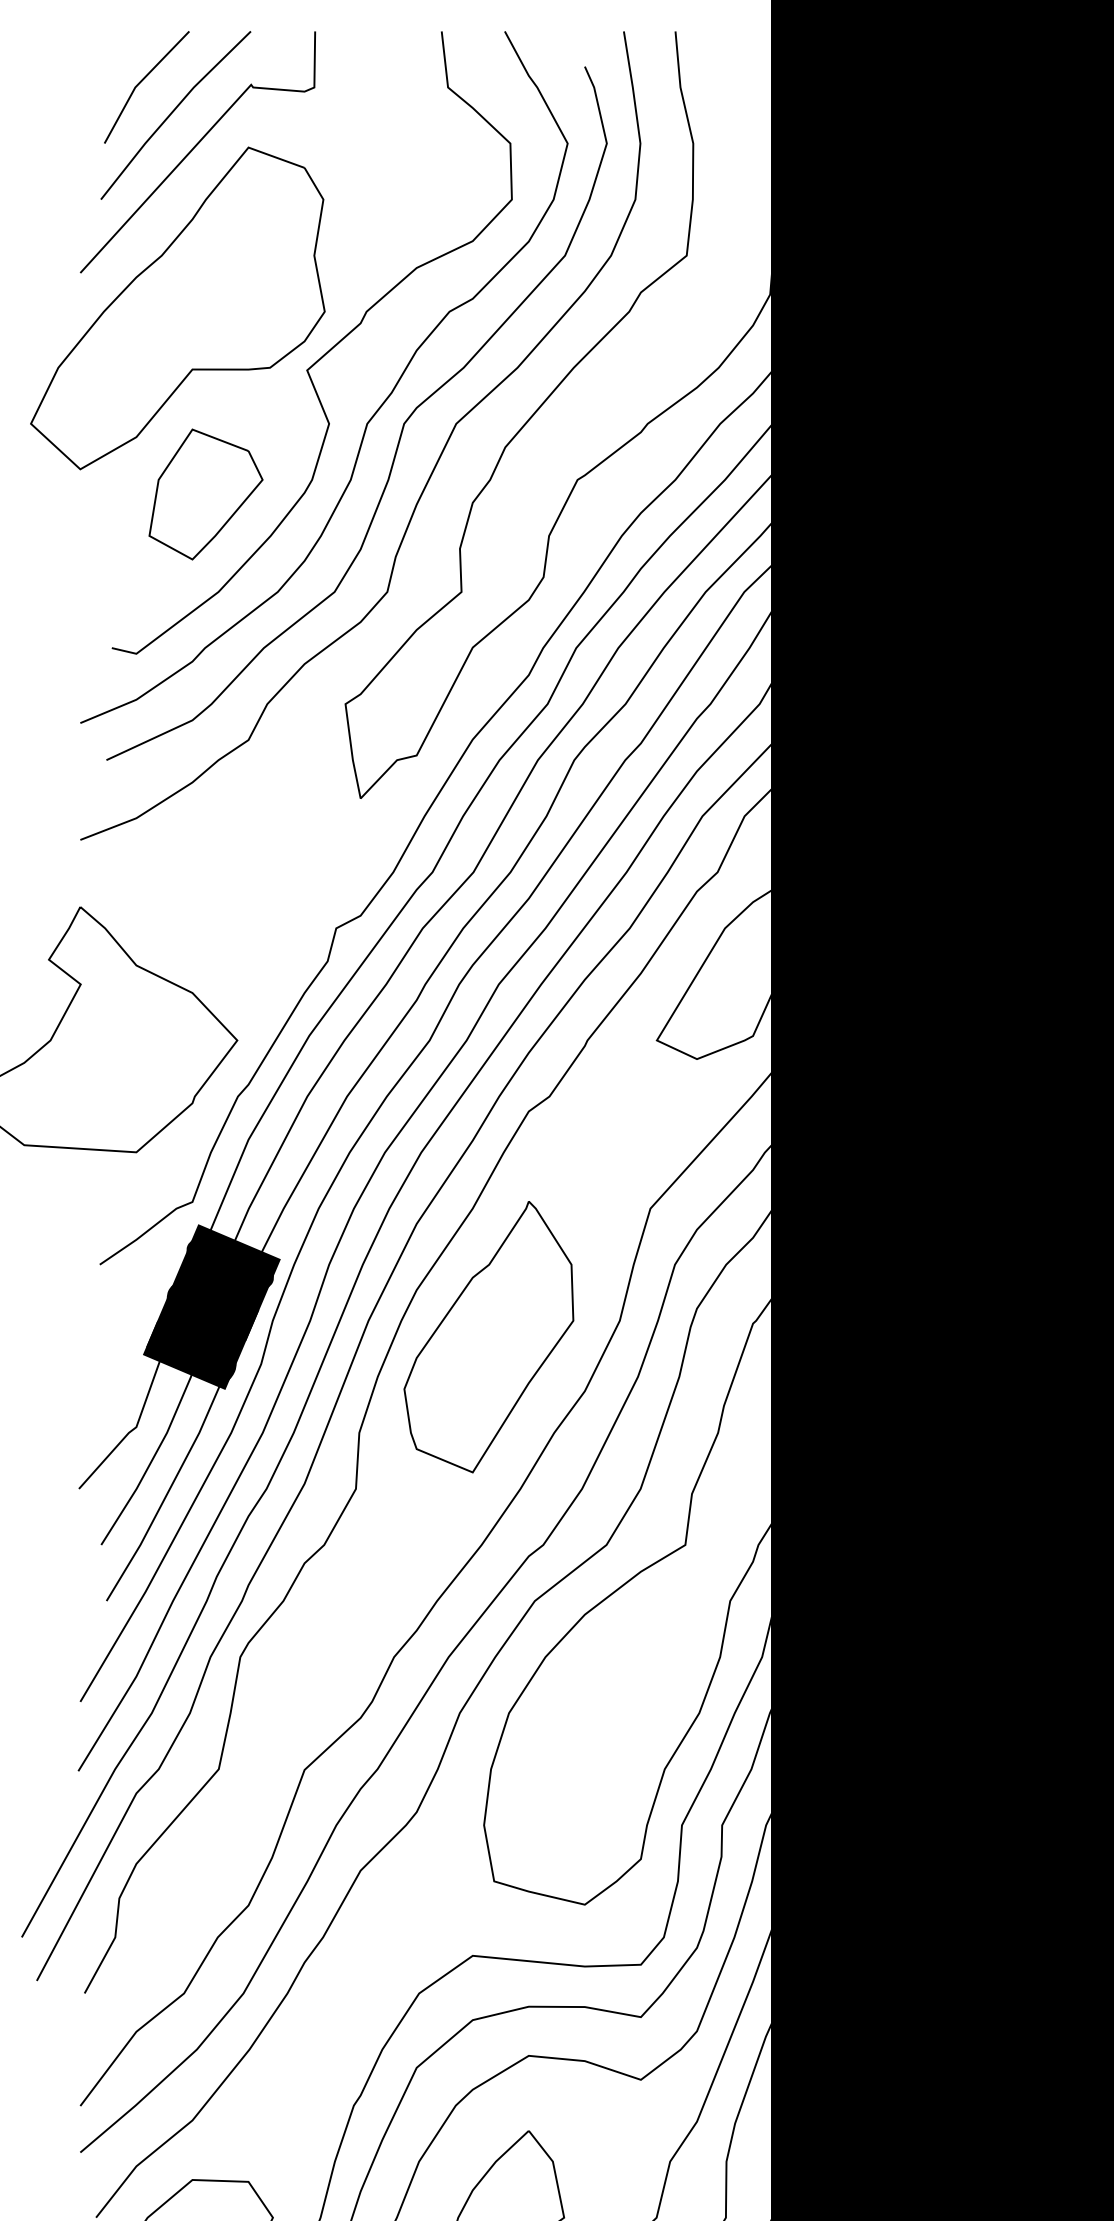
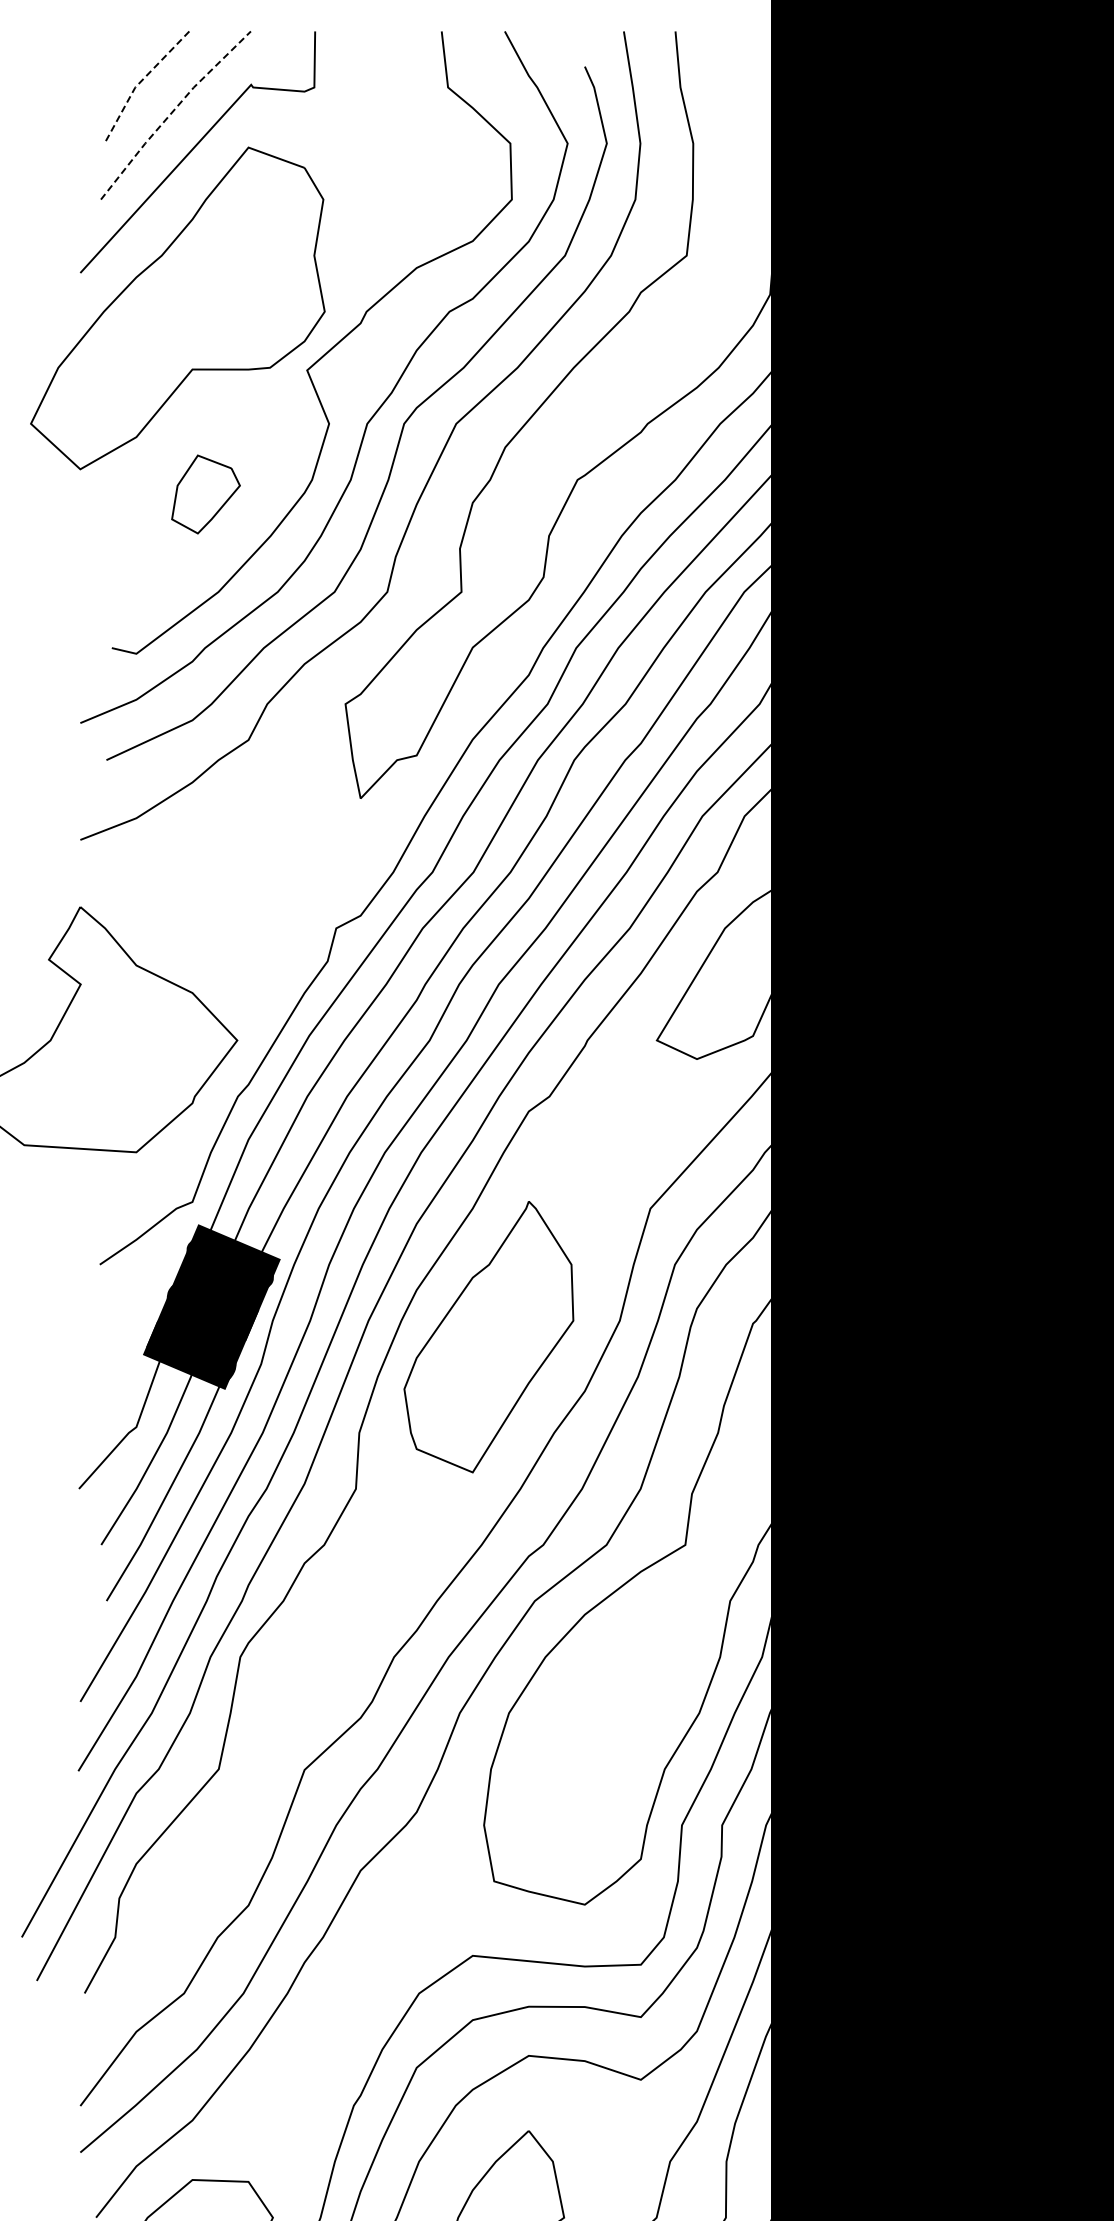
line at (139, 83): solid -> dashed
line at (172, 112): solid -> dashed
part at (205, 494) size: 116x133 px -> 70x81 px
